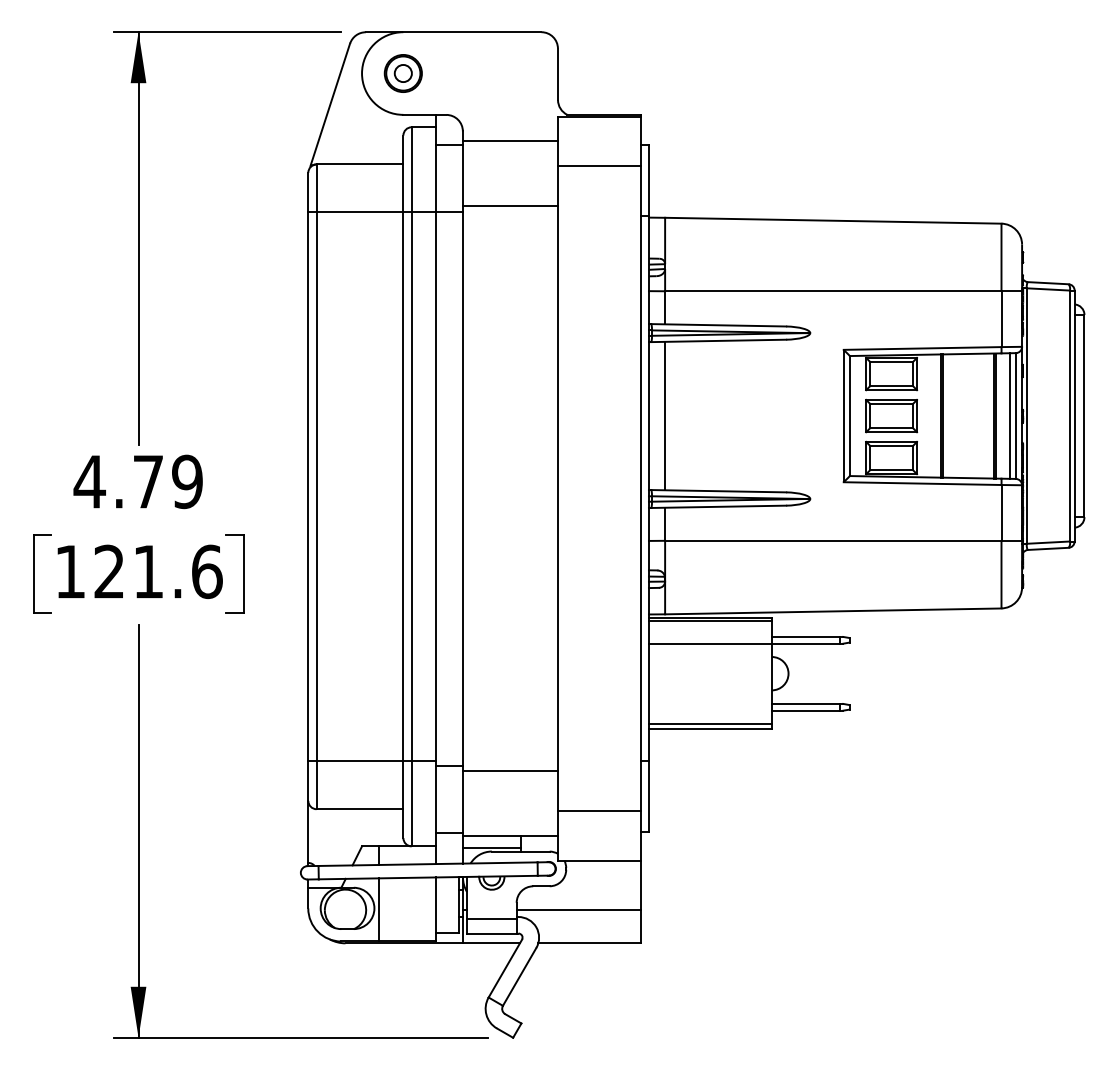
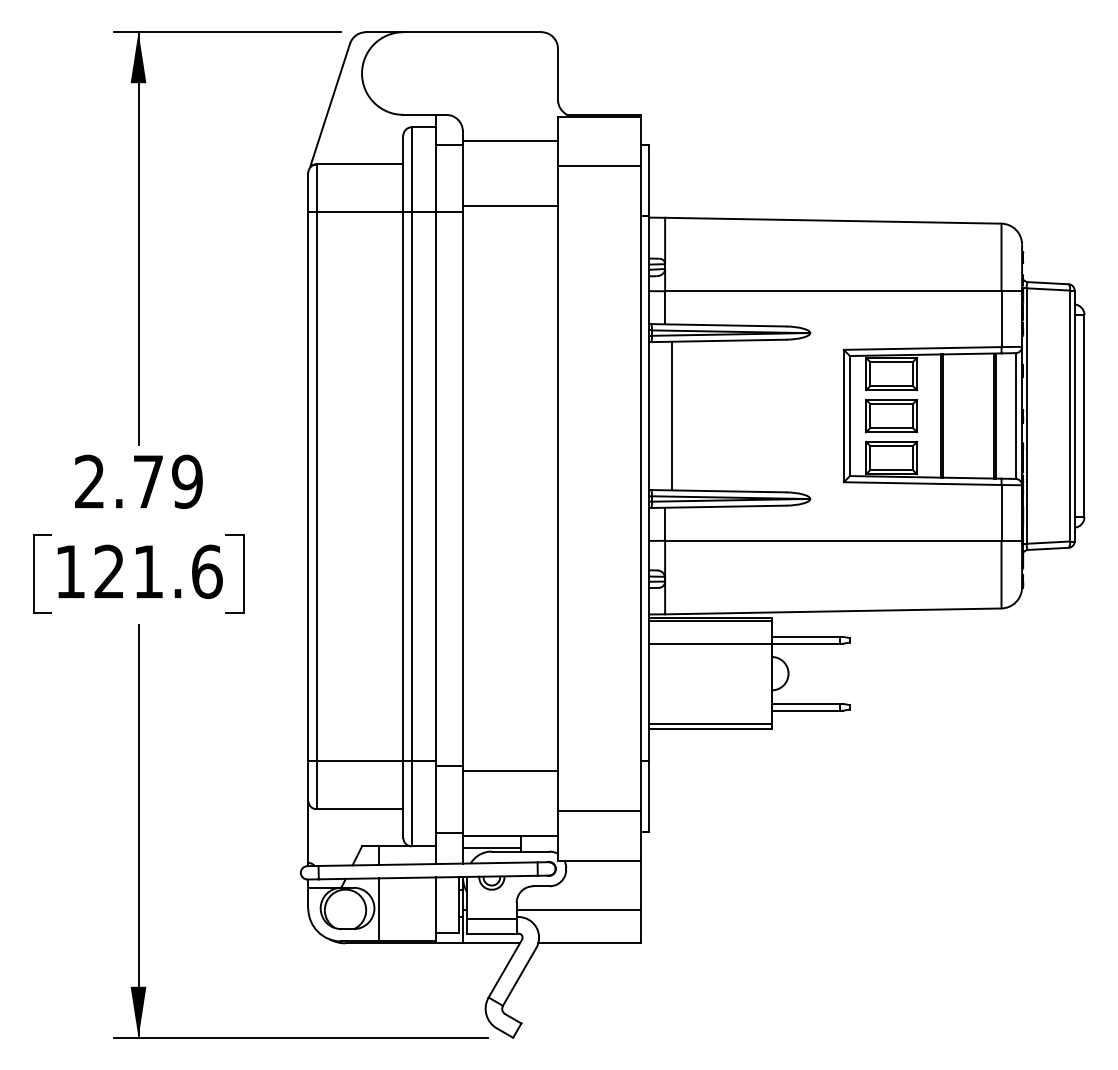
part at (402, 73): present -> none
line at (665, 415) position: (665, 415) -> (672, 415)
line at (1009, 415): present -> none
text at (89, 481): 4.79 -> 2.79
